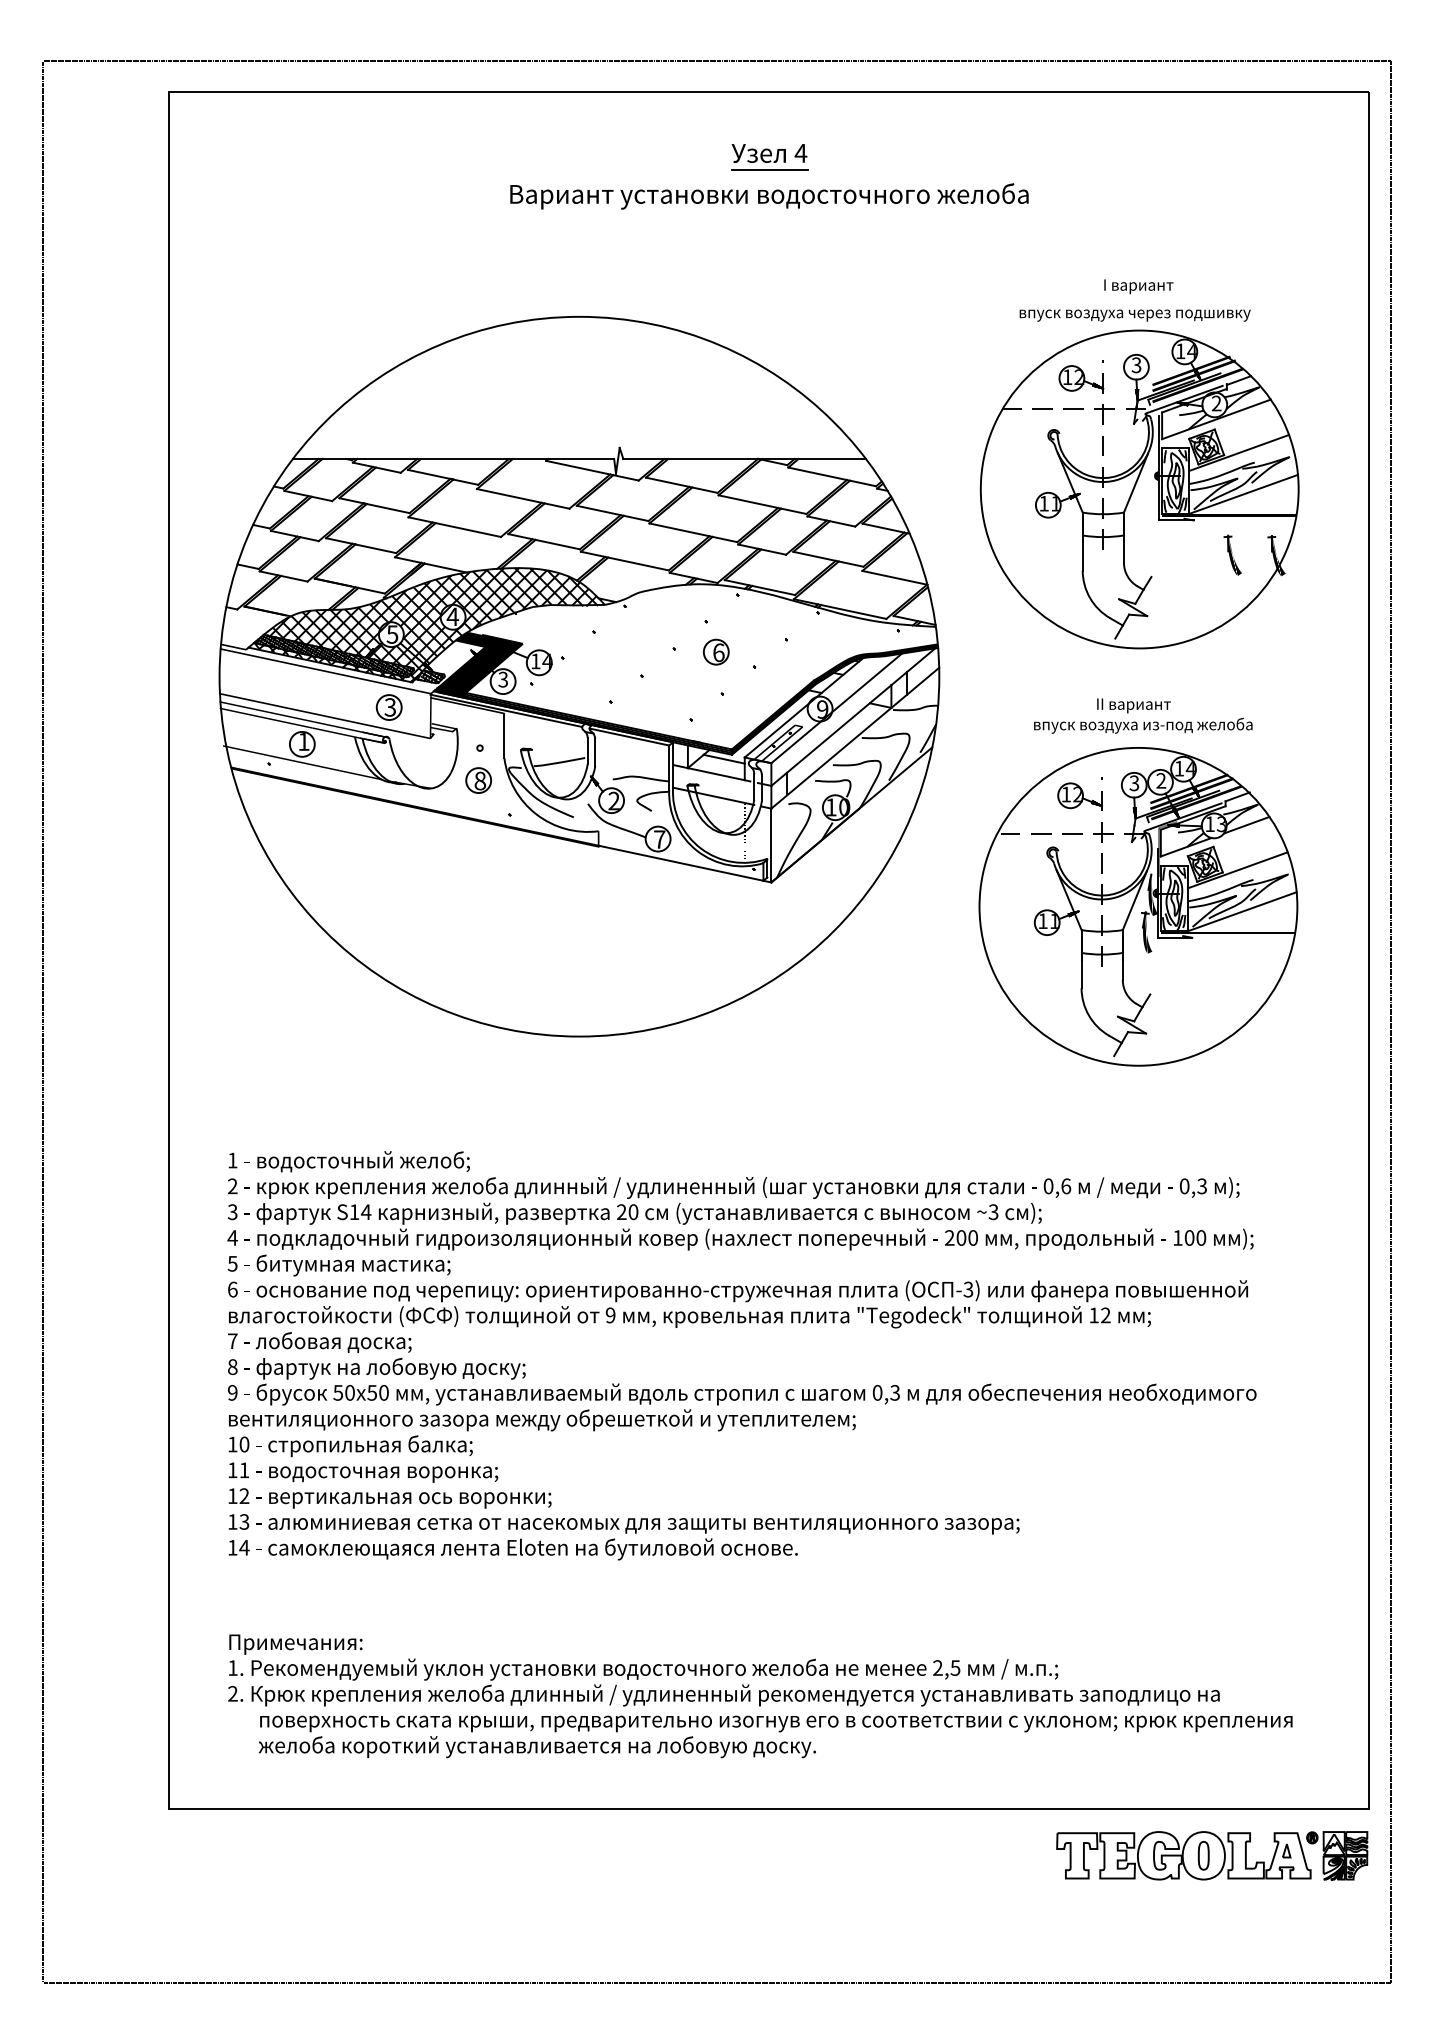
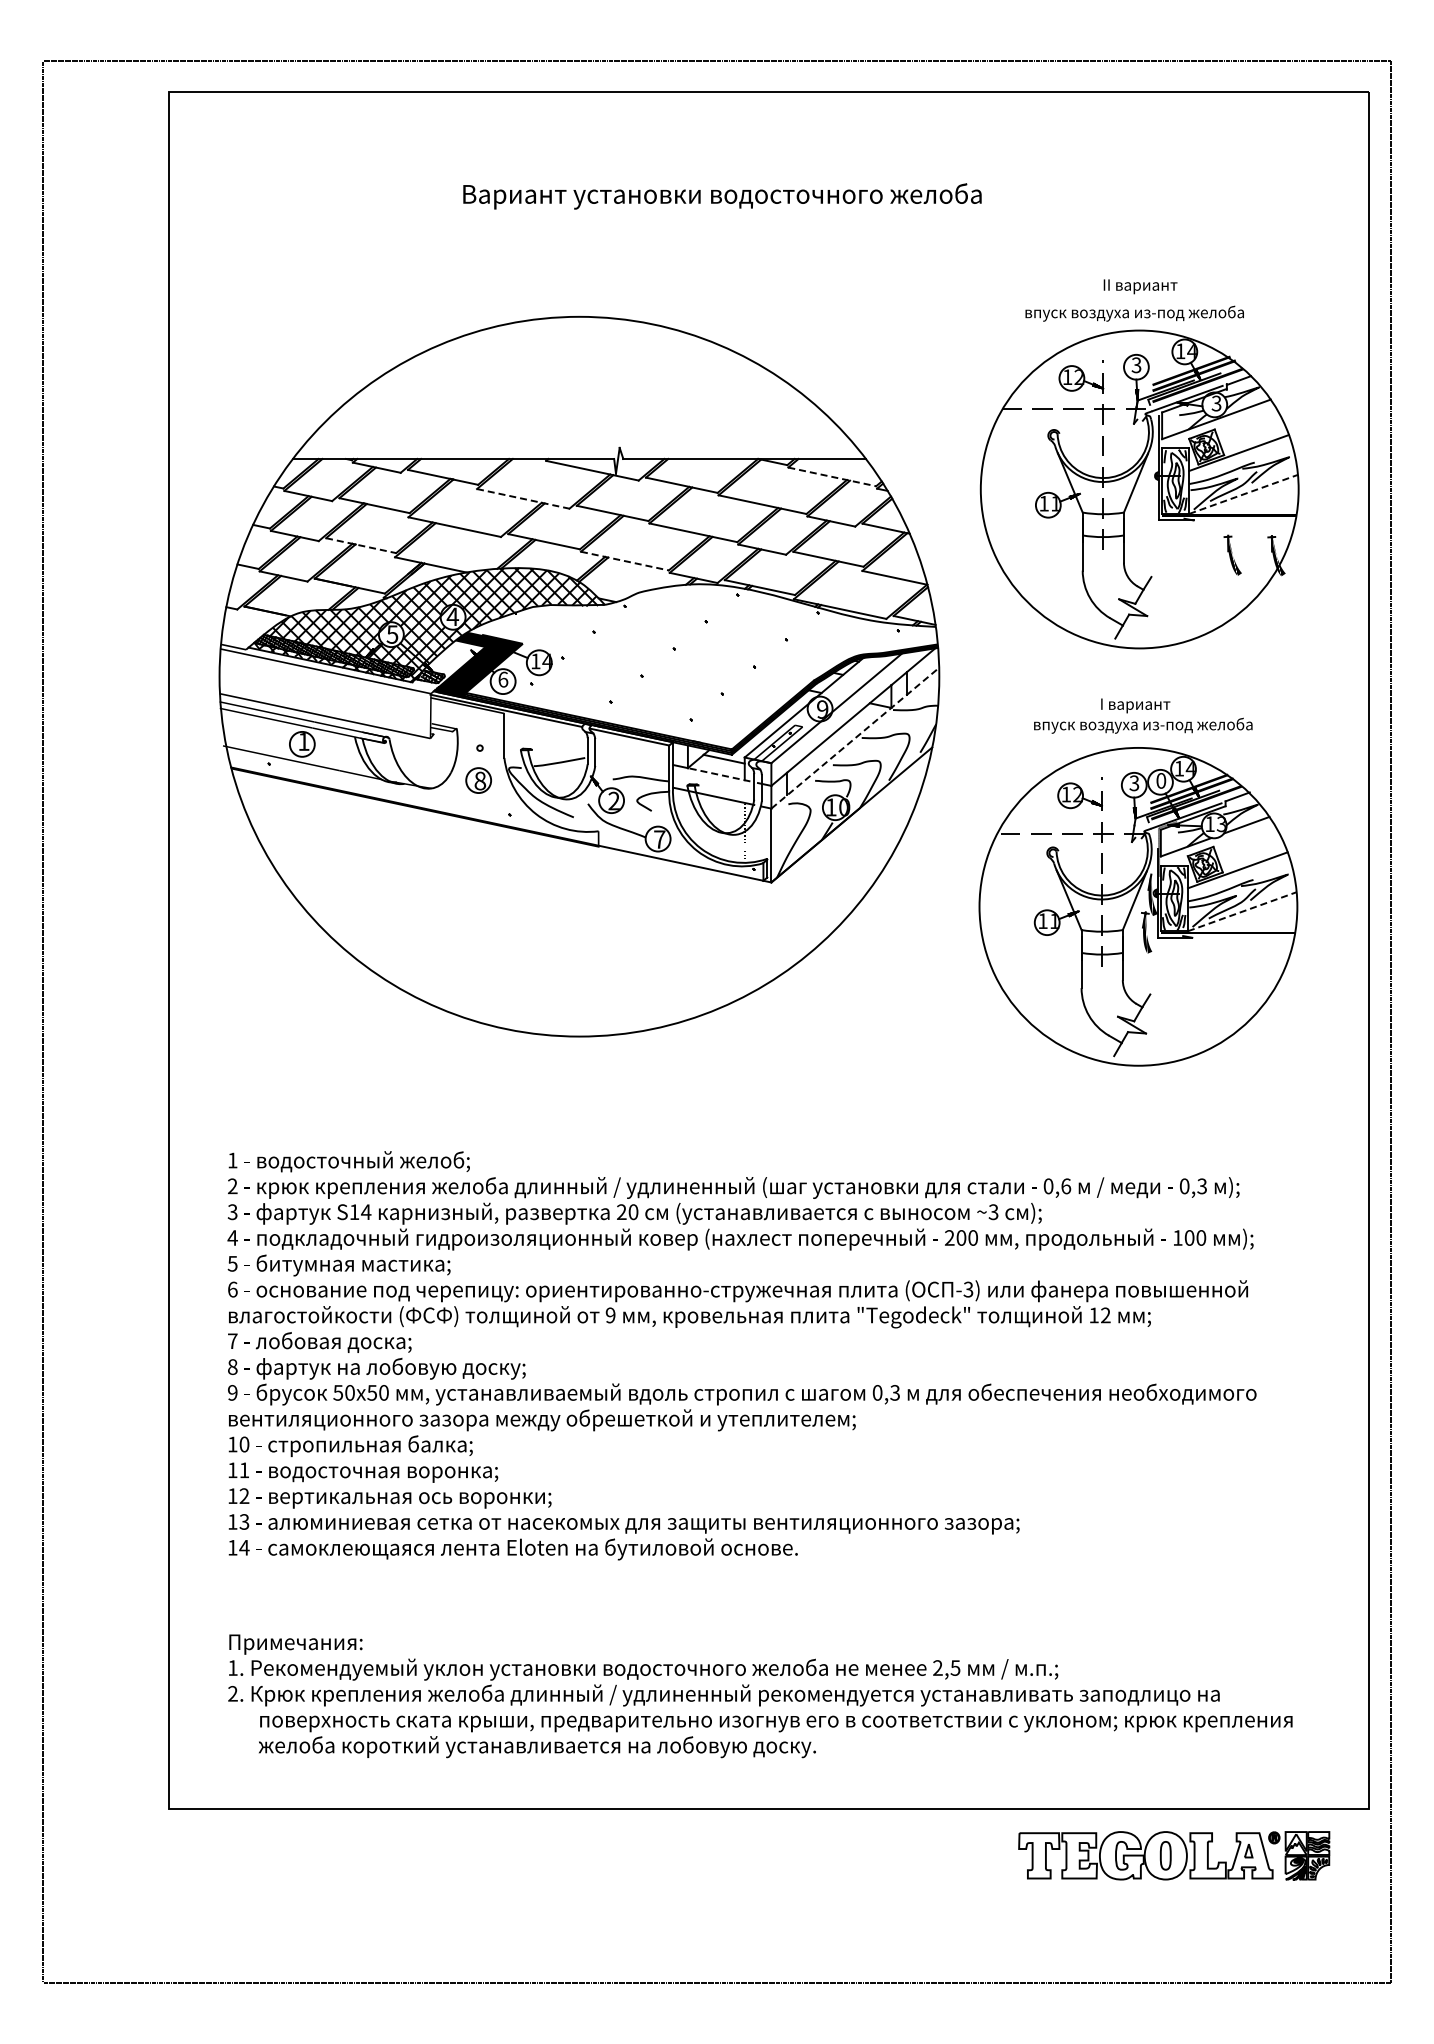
part at (769, 157): present -> none
text at (769, 196) position: (769, 196) -> (722, 196)
text at (1140, 286): I вариант -> II вариант
text at (1134, 313): впуск воздуха через подшивку -> впуск воздуха из-под желоба
text at (1216, 403): 2 -> 3
line at (832, 476): solid -> dashed
line at (1243, 494): solid -> dashed
line at (523, 498): solid -> dashed
line at (361, 545): solid -> dashed
line at (624, 561): solid -> dashed
part at (716, 651): present -> none
text at (503, 679): 3 -> 6
text at (1133, 705): II вариант -> I вариант
part at (388, 707): present -> none
line at (855, 738): solid -> dashed
line at (719, 774): solid -> dashed
text at (1161, 780): 2 -> 0
line at (1242, 911): solid -> dashed
part at (1212, 1855) position: (1212, 1855) -> (1174, 1855)
